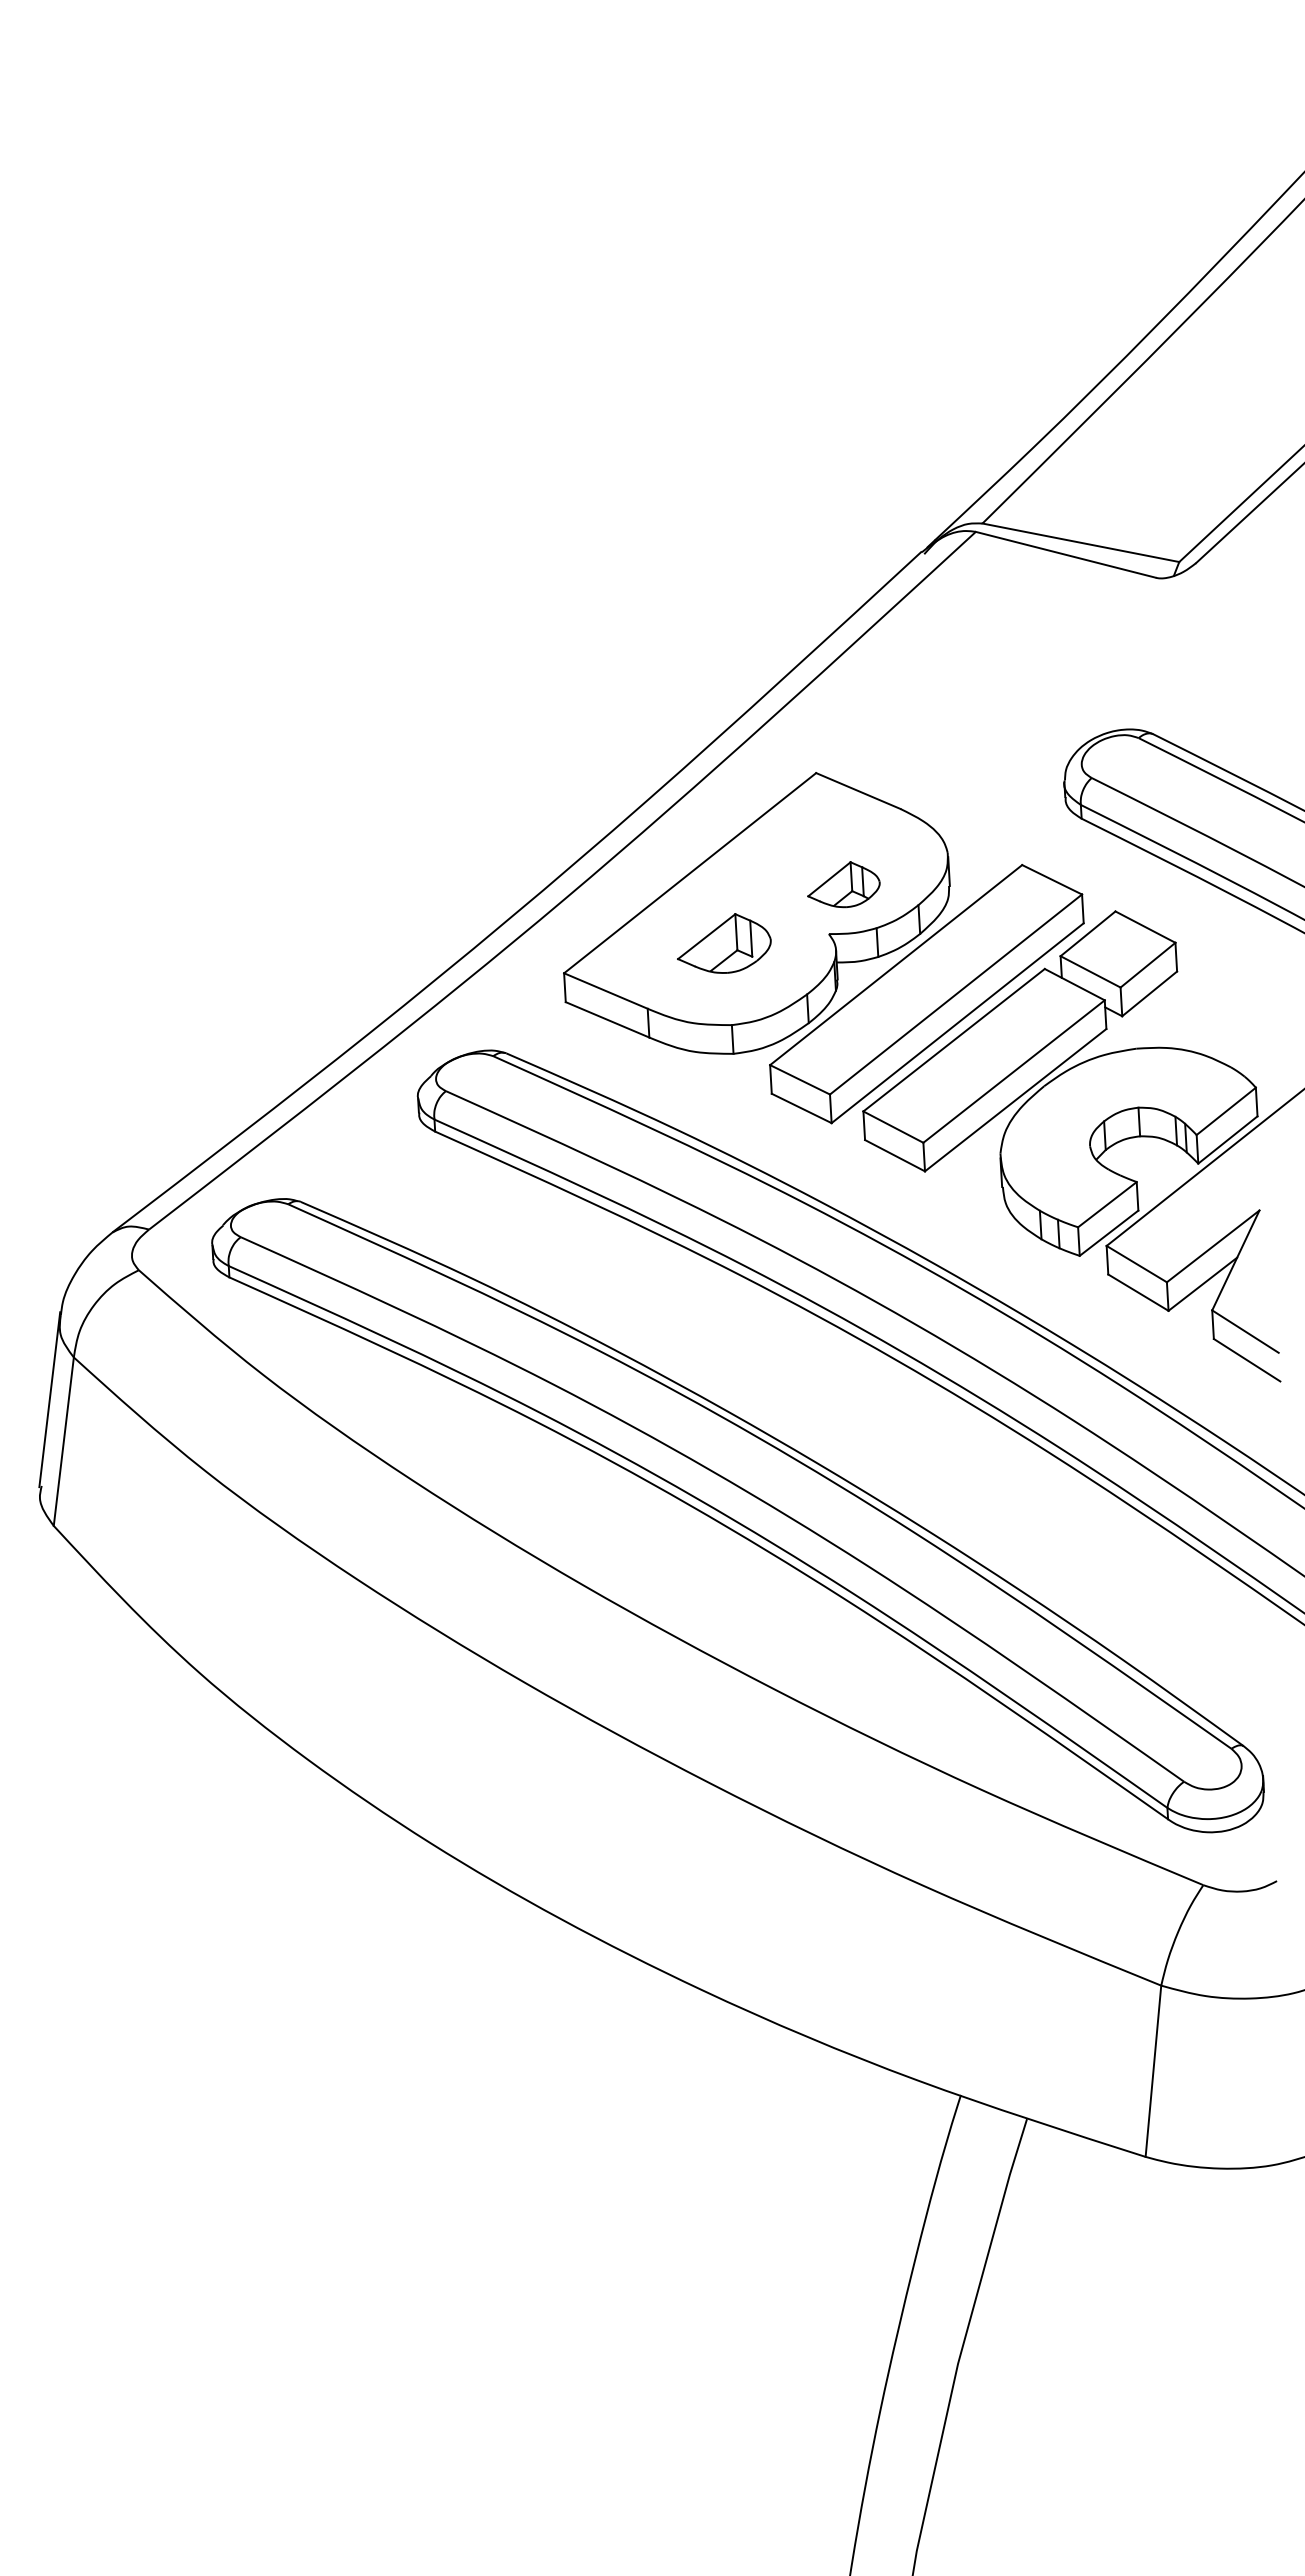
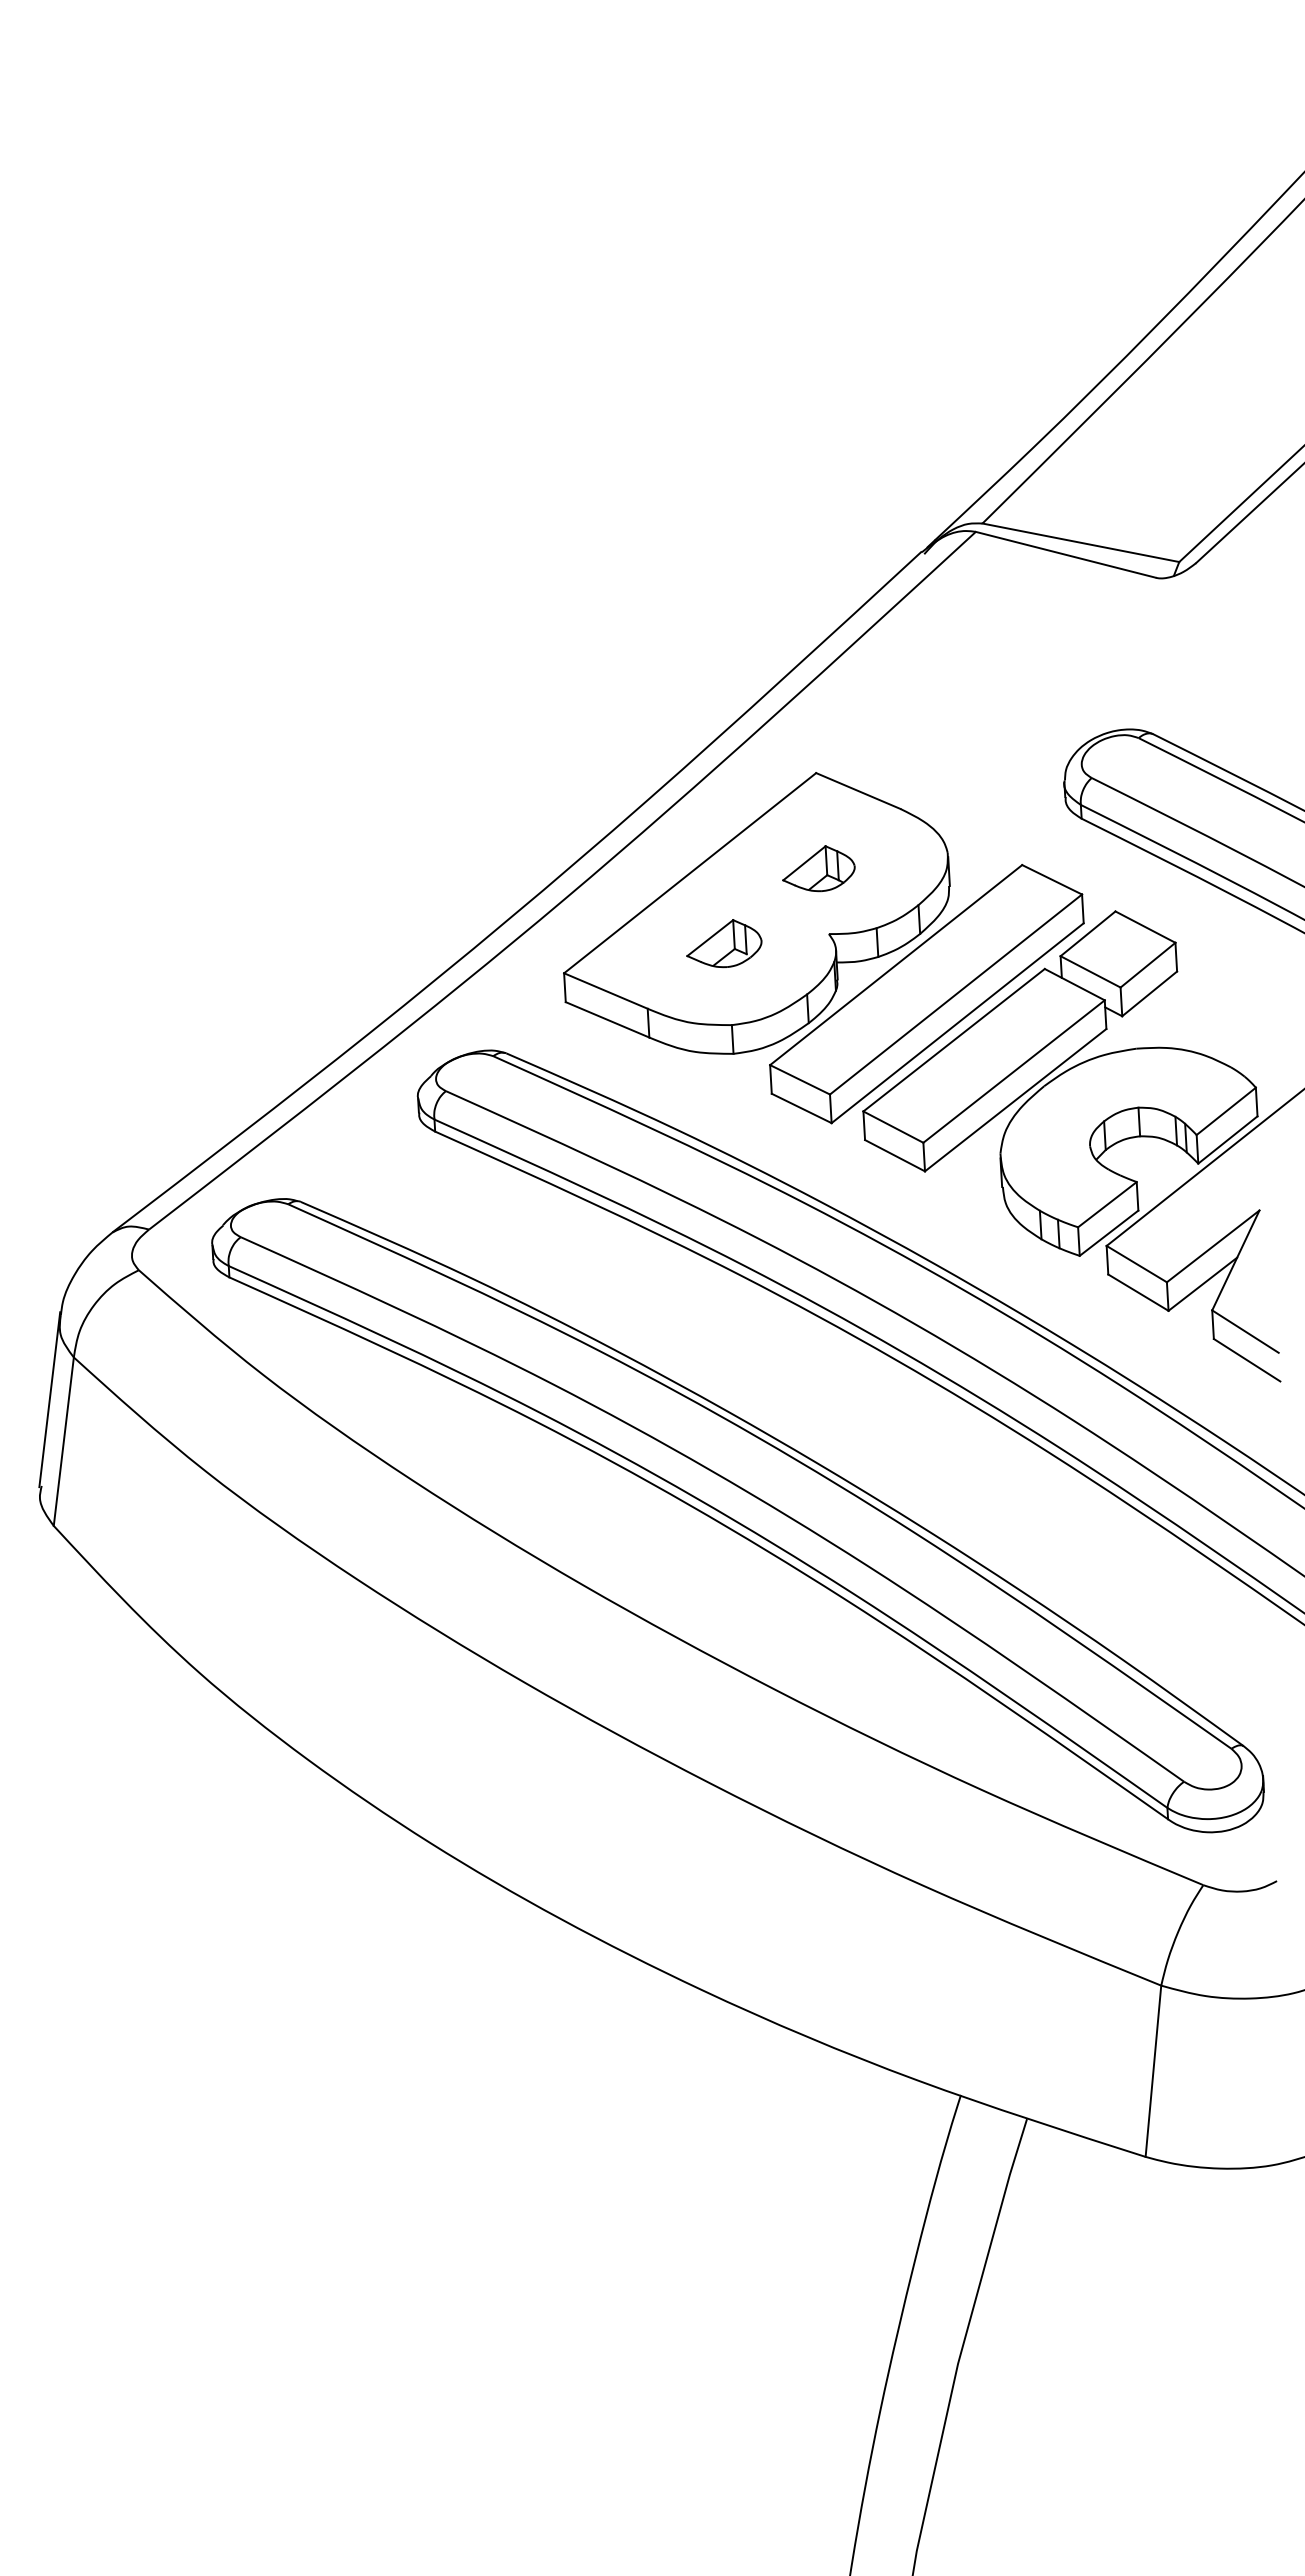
part at (843, 884) position: (843, 884) -> (818, 868)
part at (724, 943) size: 95x61 px -> 77x50 px
